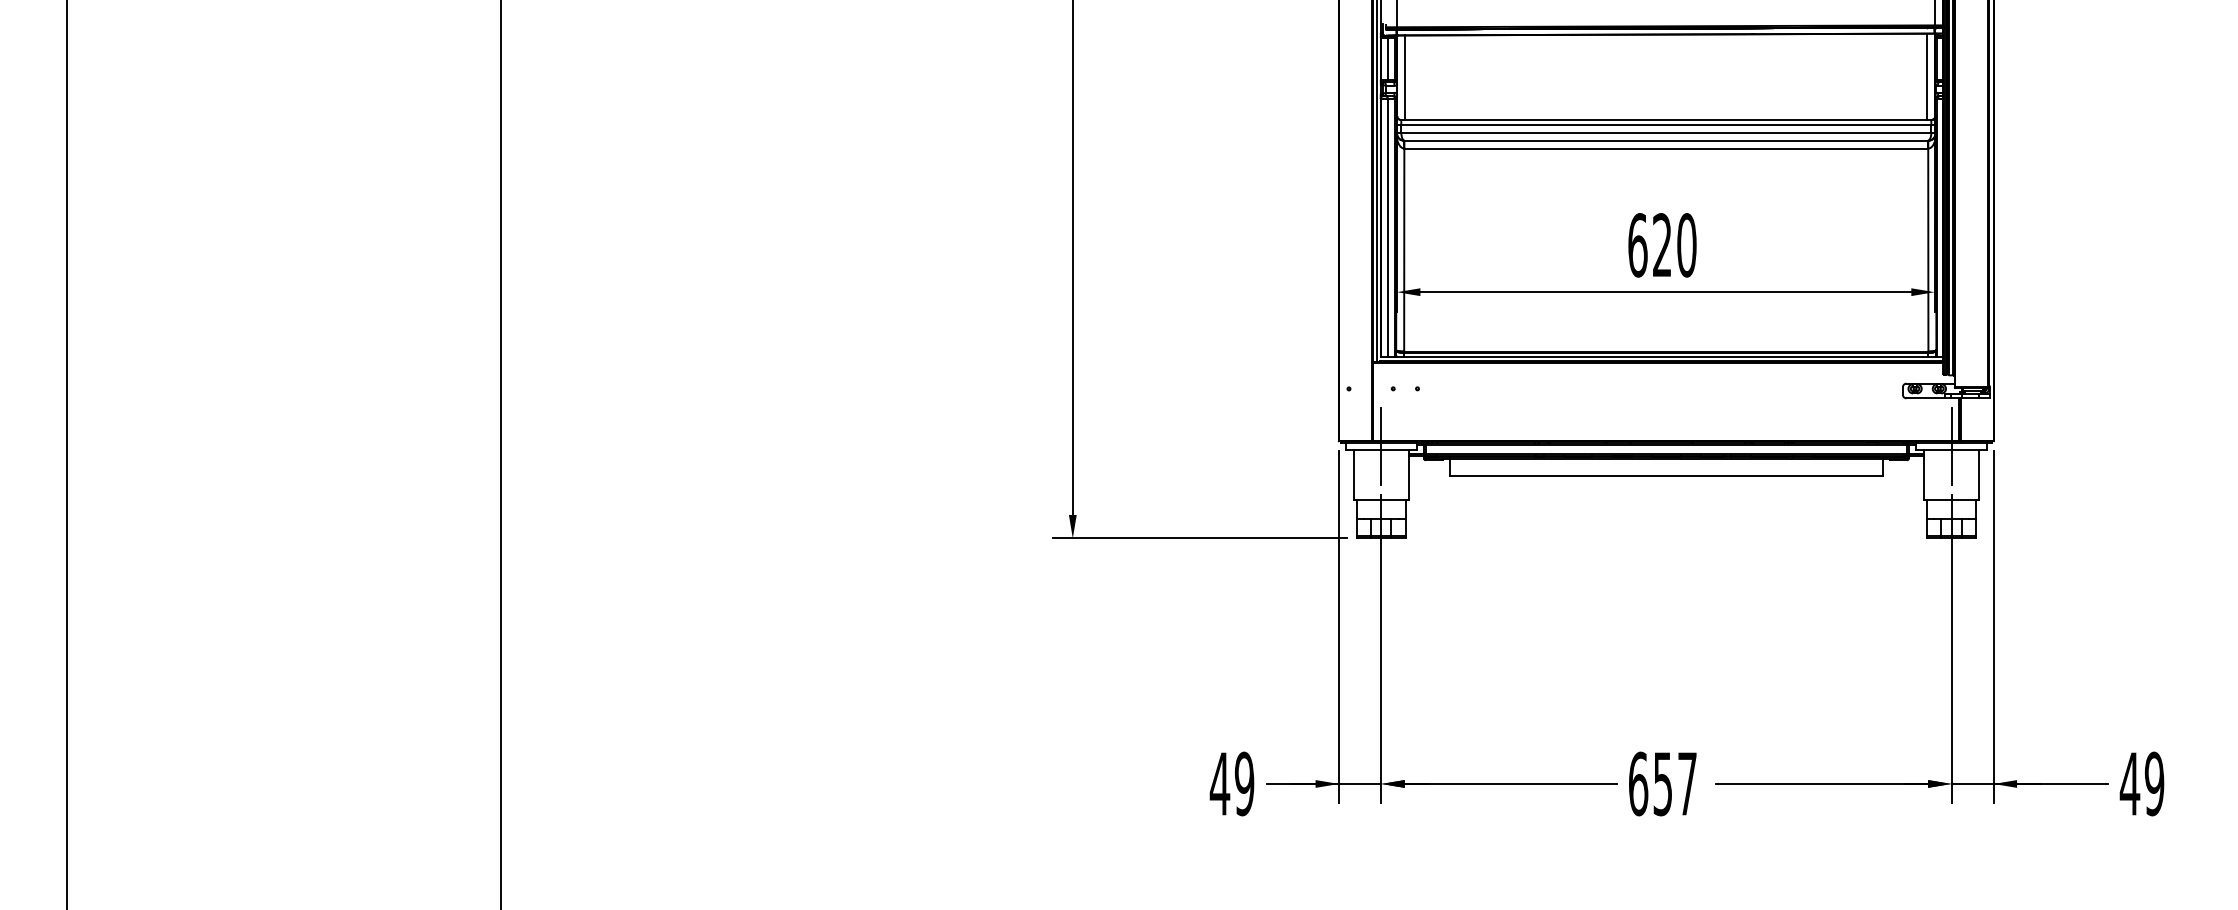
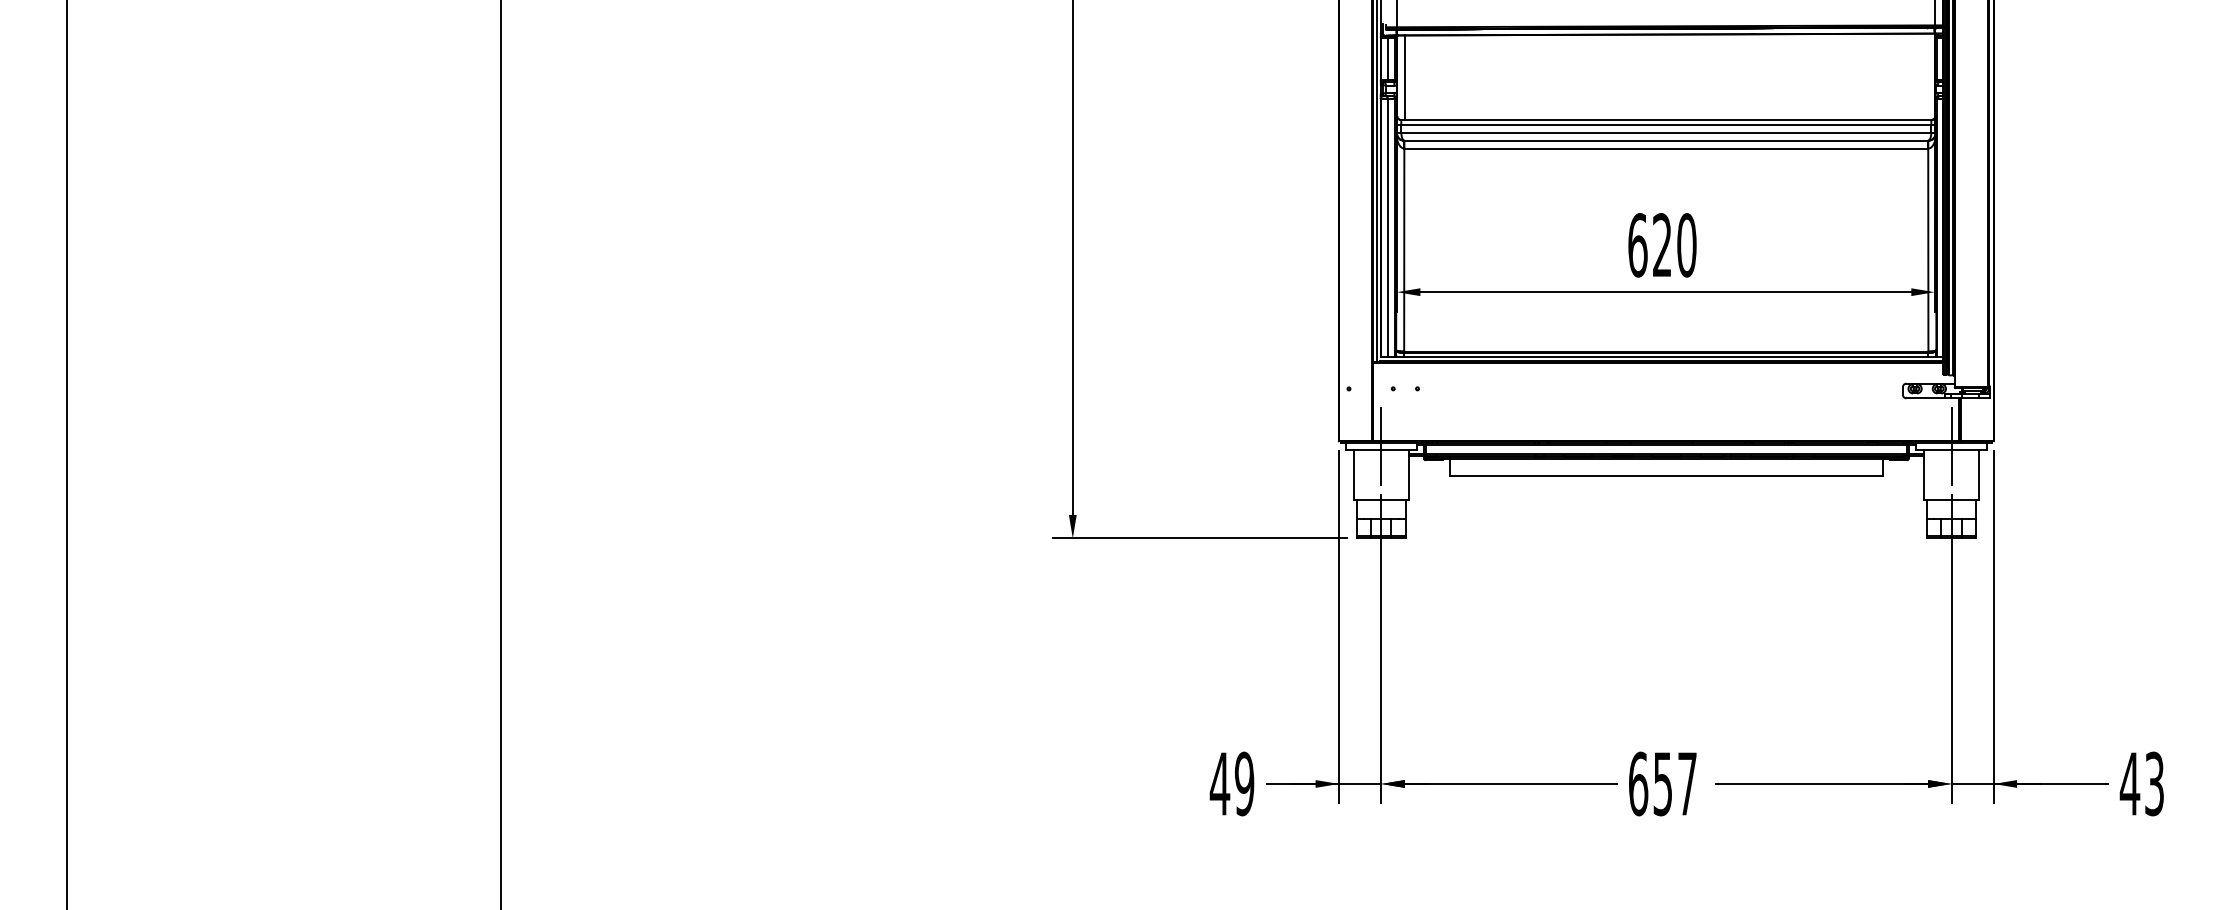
line at (1927, 76): present -> none
text at (2154, 783): 49 -> 43
